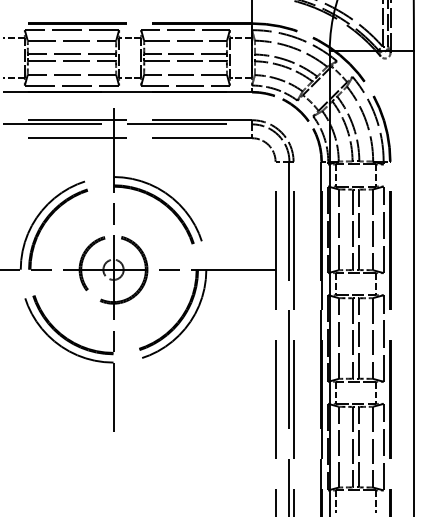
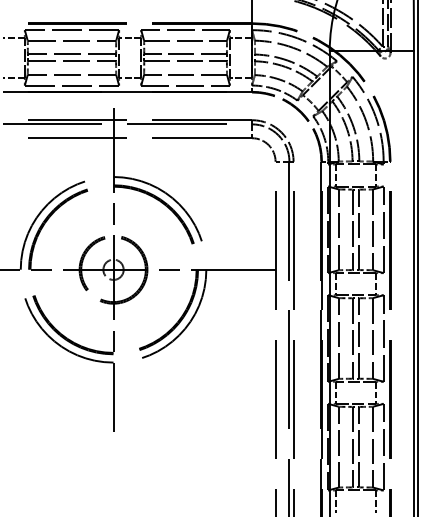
line at (418, 257): none -> present
